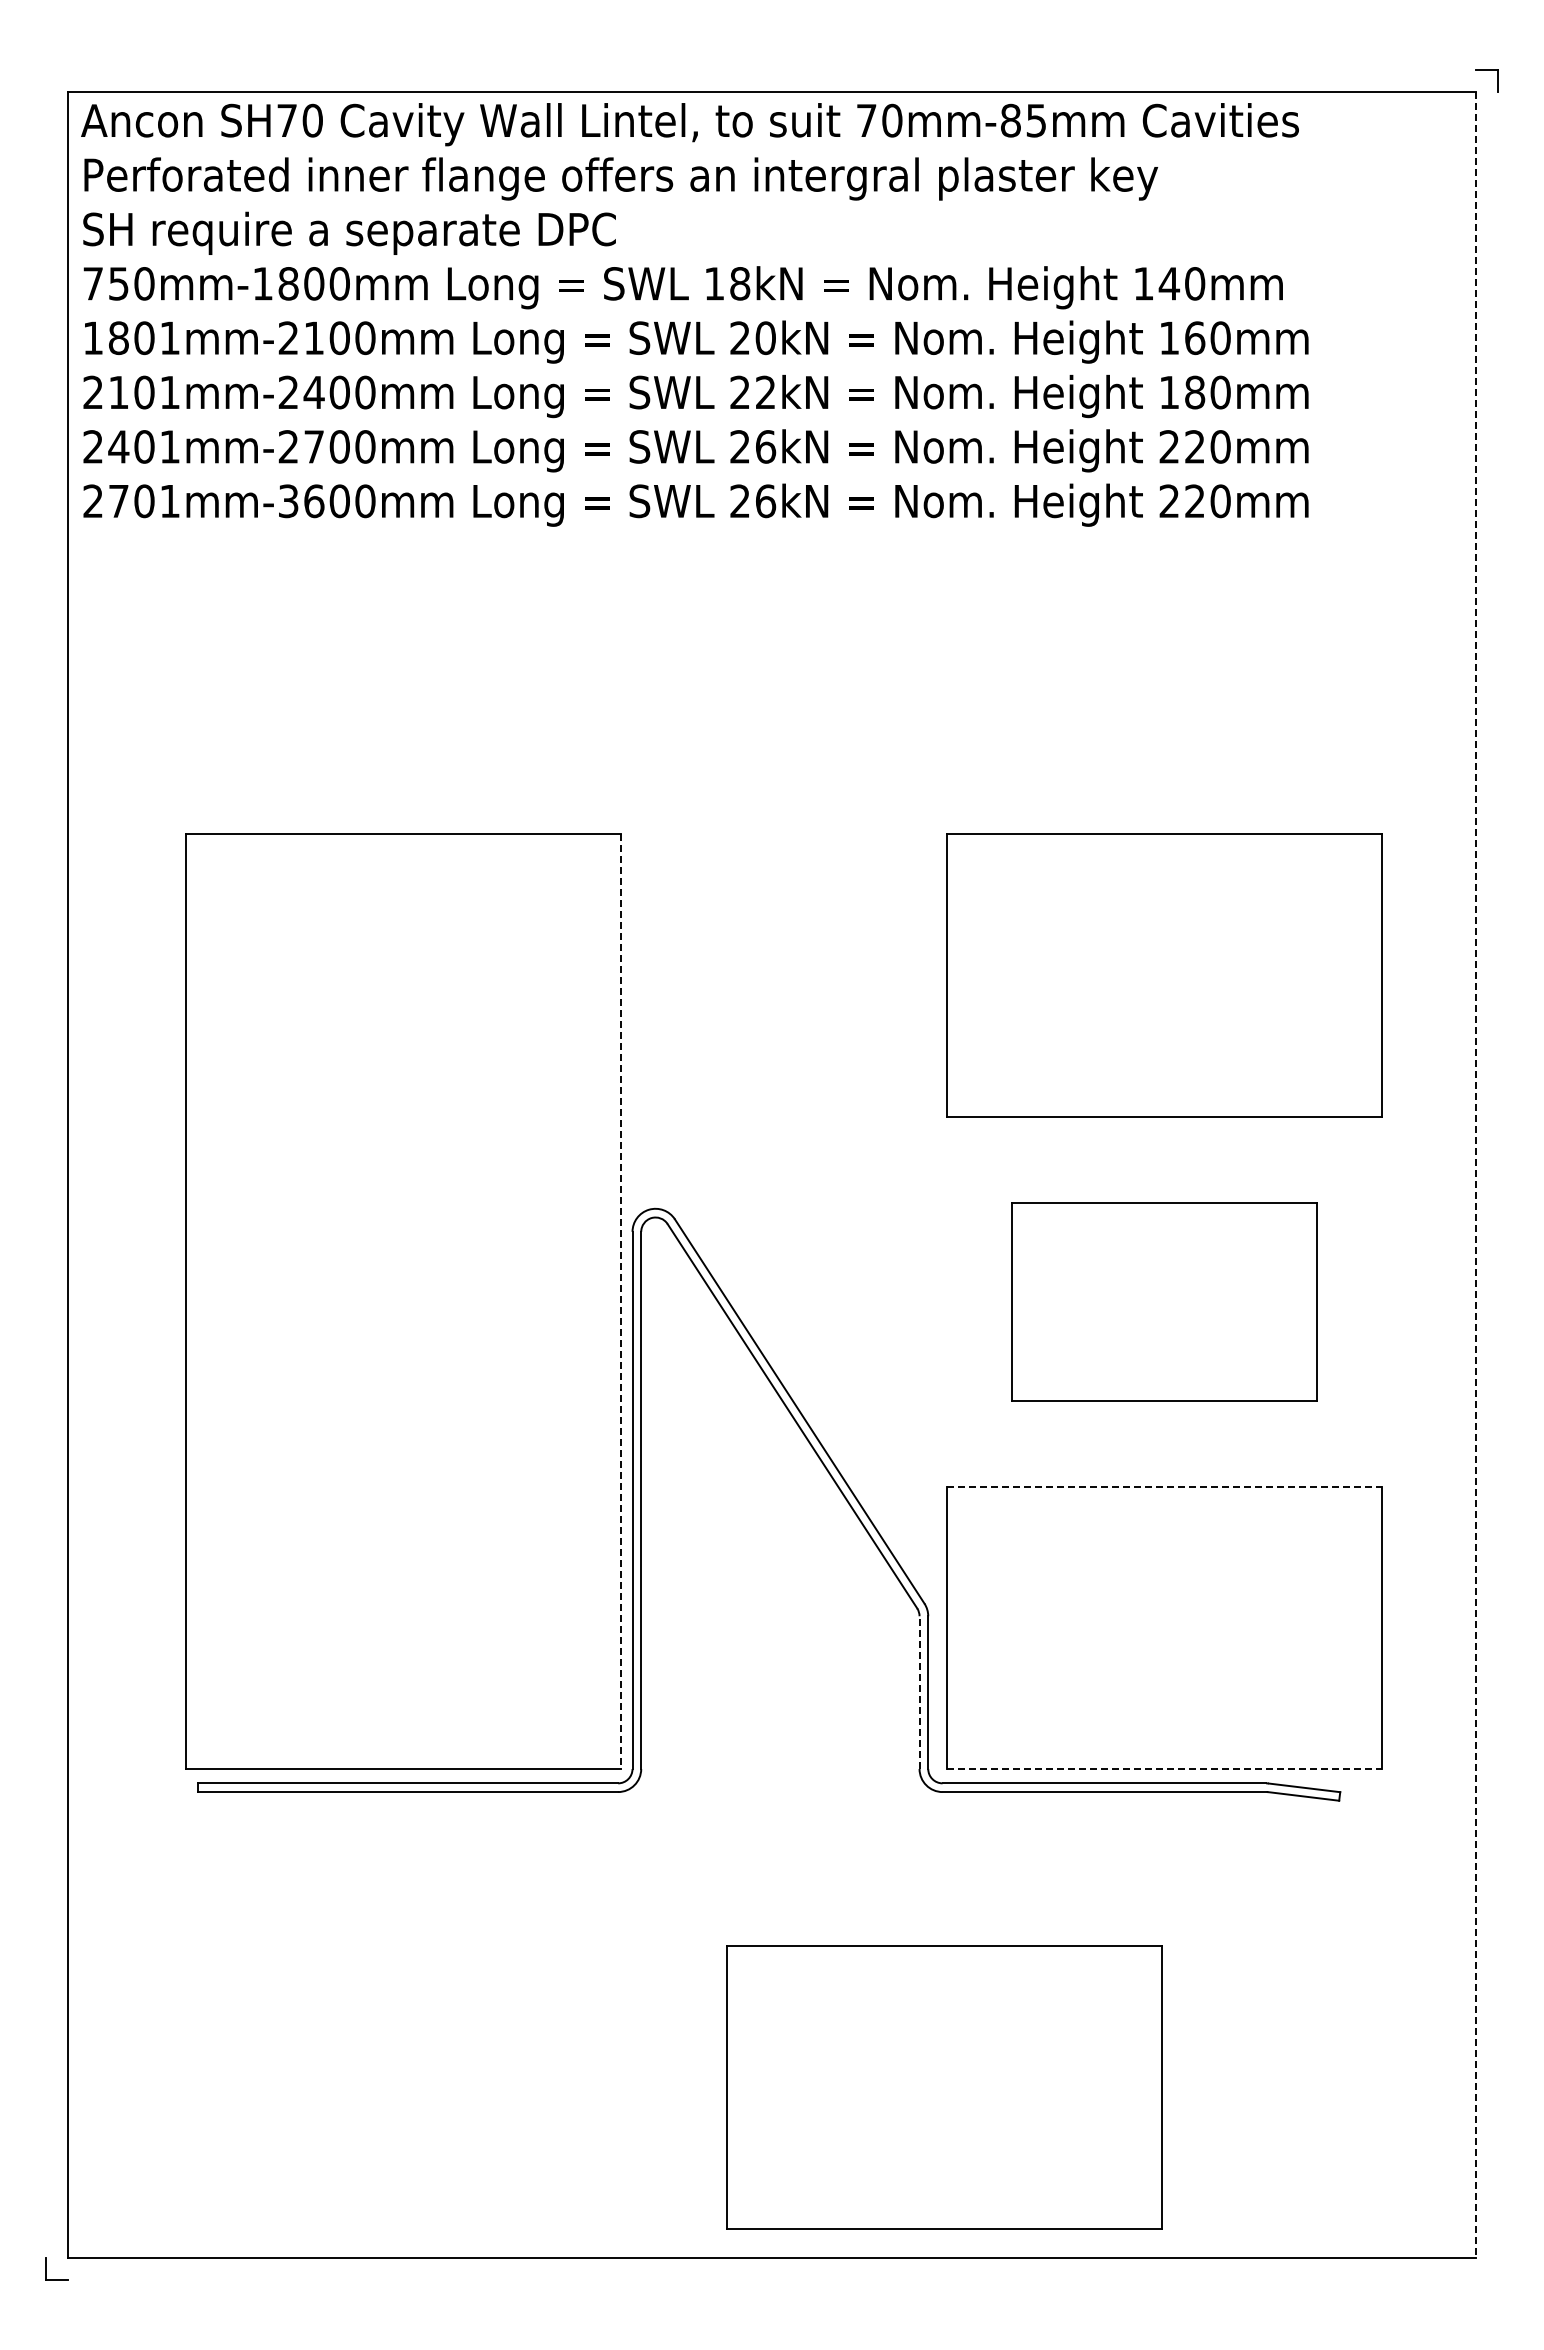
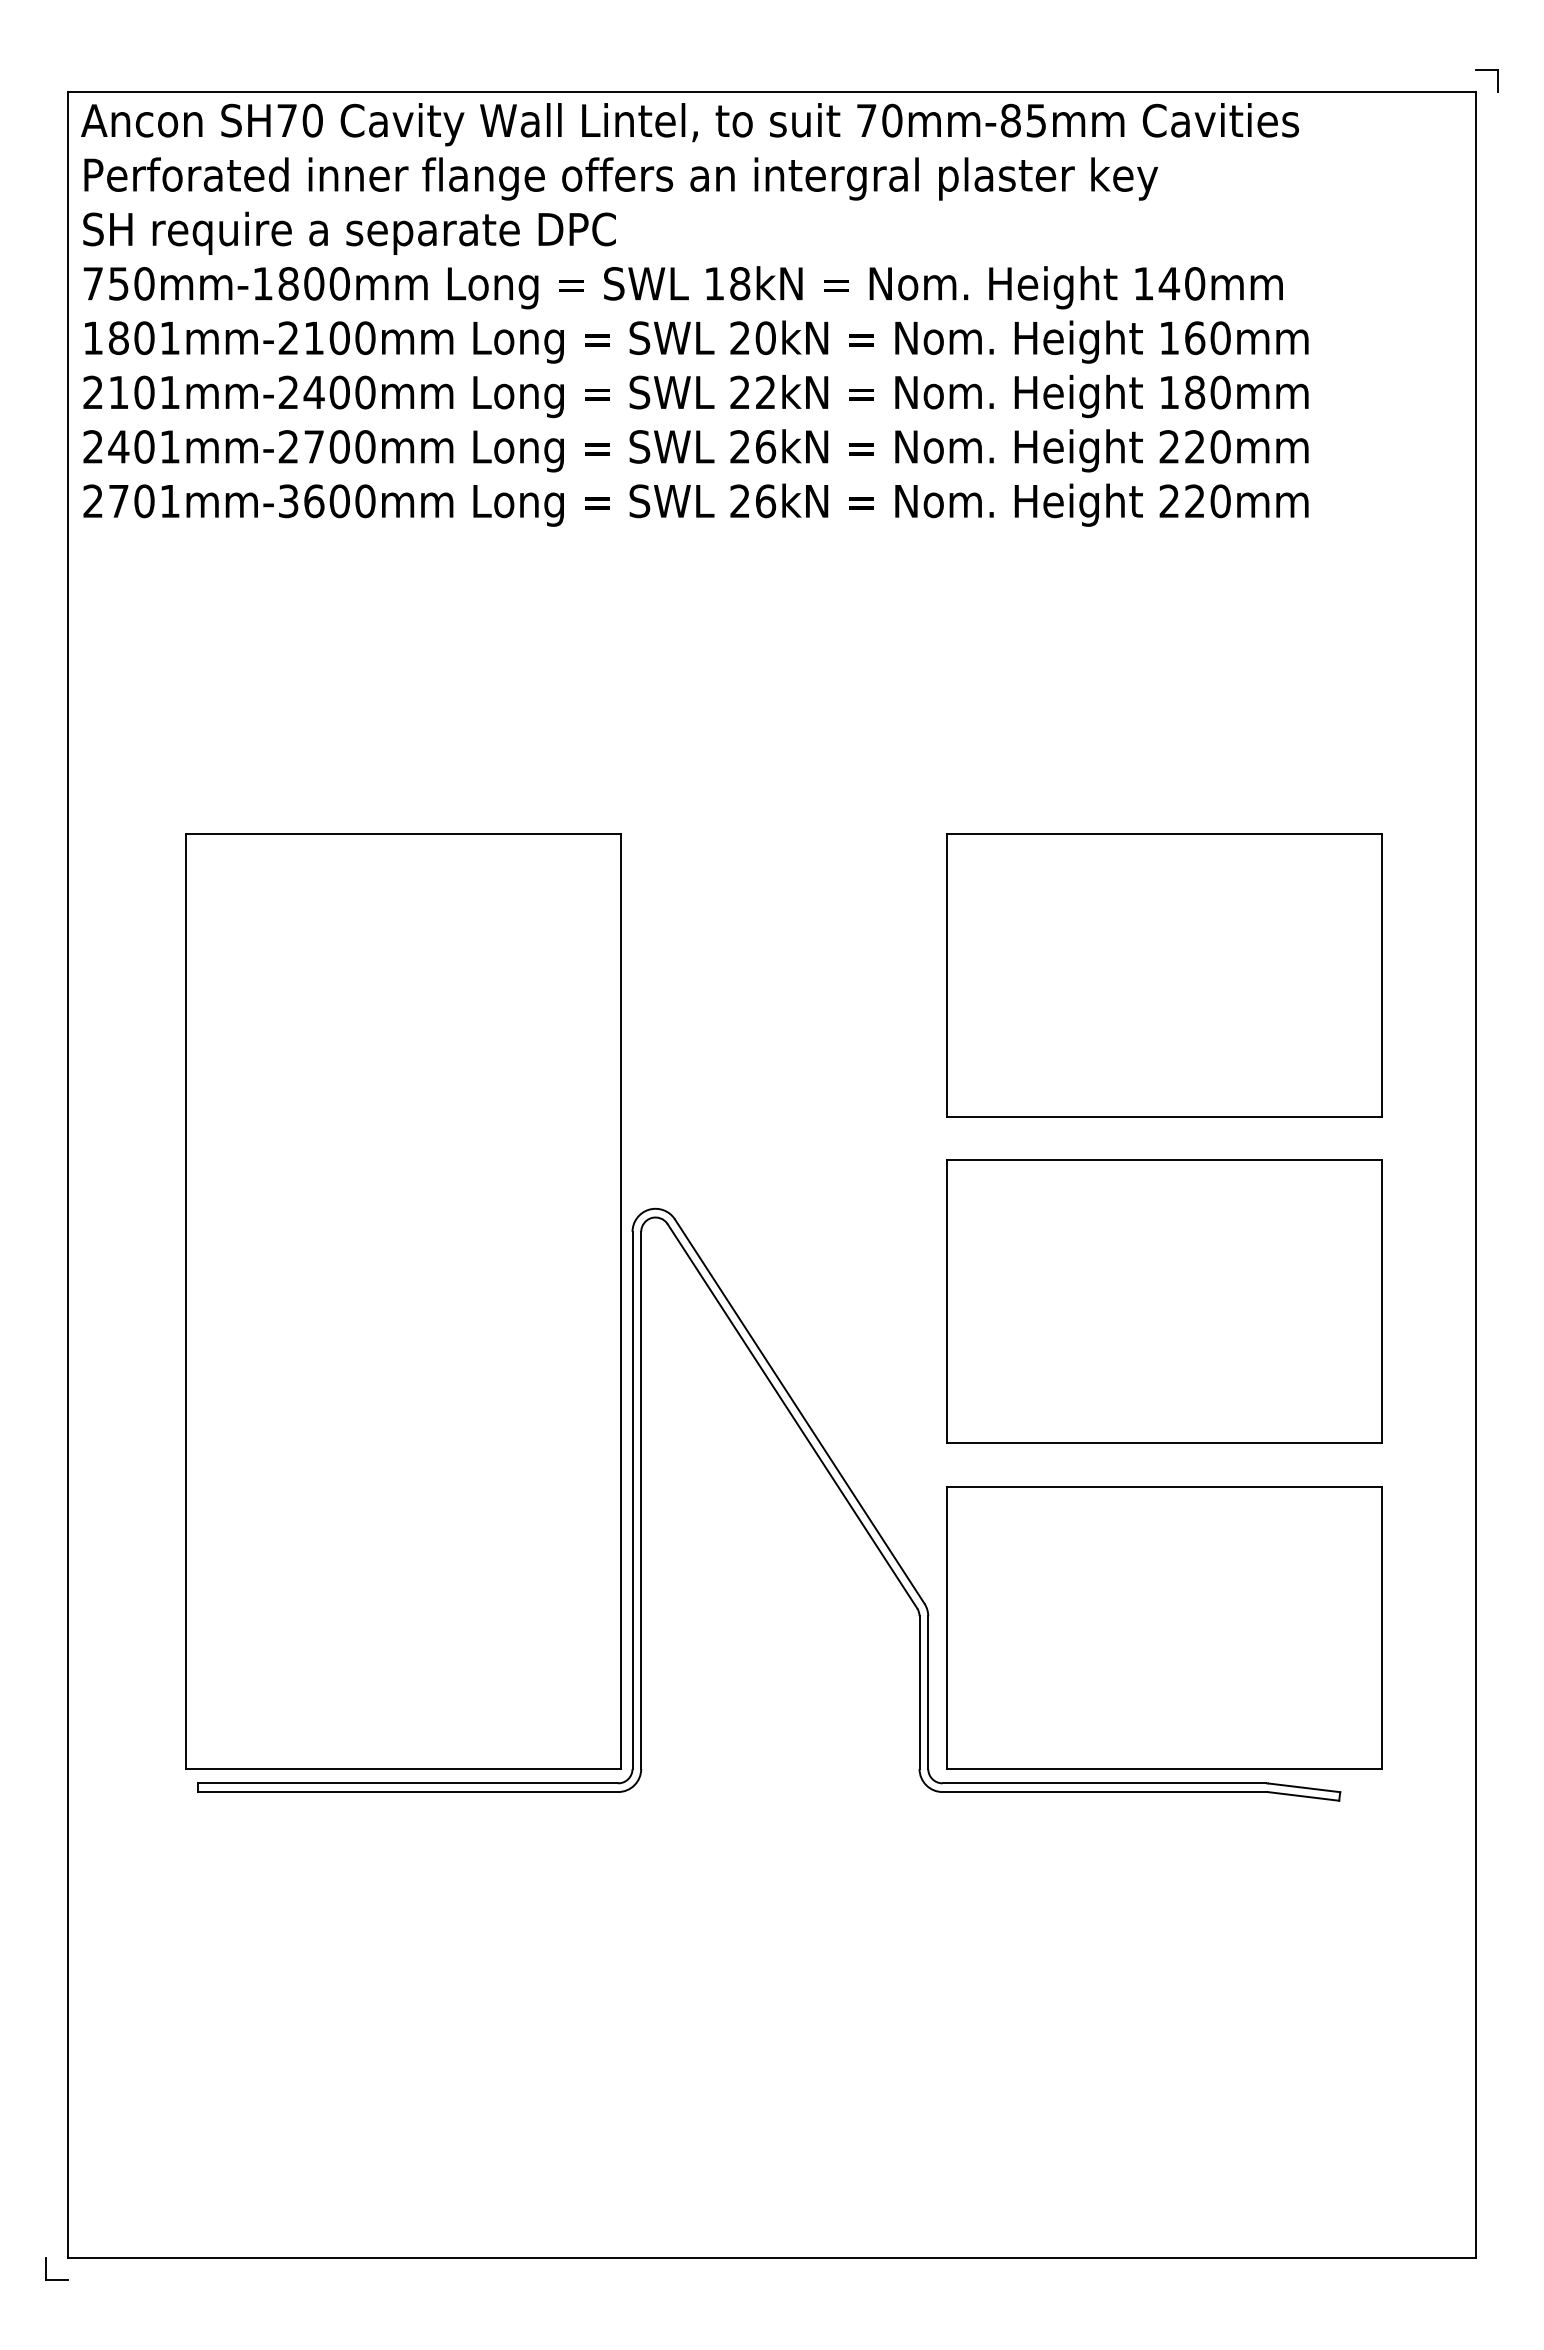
line at (1476, 1175): dashed -> solid
part at (1164, 1301) size: 307x200 px -> 437x285 px
line at (620, 1302): dashed -> solid
line at (1164, 1486): dashed -> solid
line at (919, 1692): dashed -> solid
line at (1164, 1769): dashed -> solid
part at (944, 2087): present -> none
